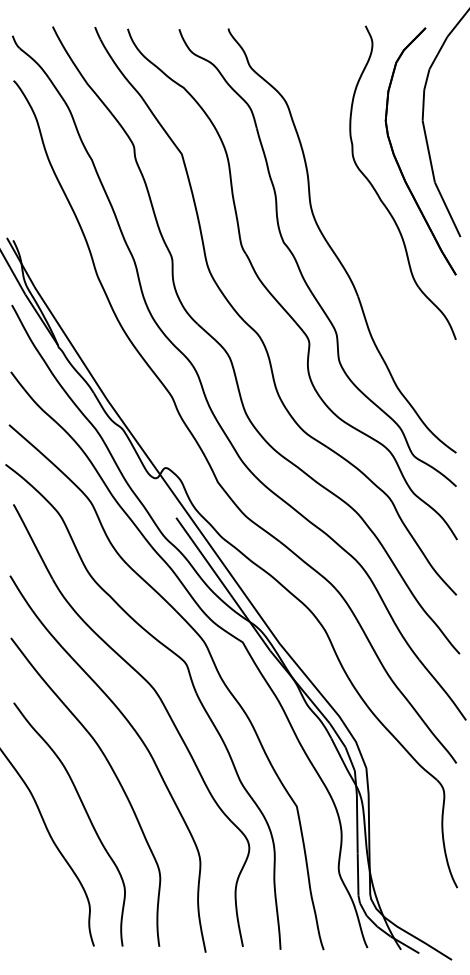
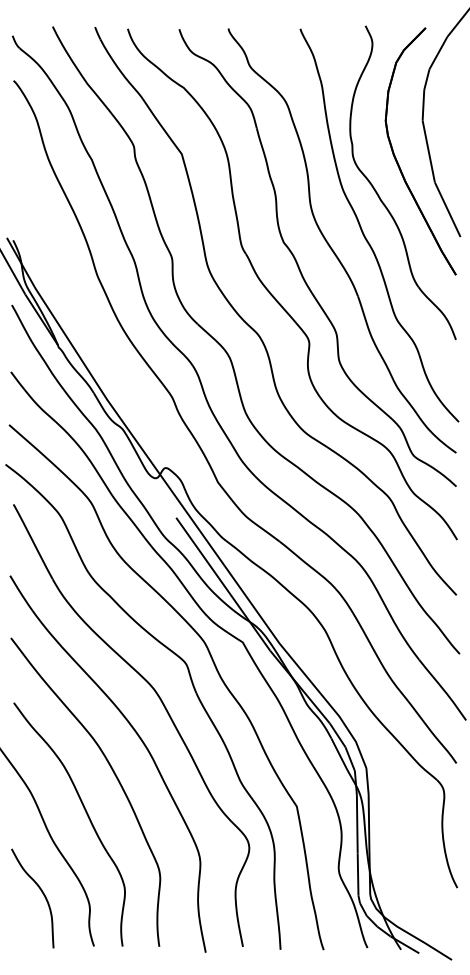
part at (364, 233): none -> present
curve at (41, 892): none -> present
